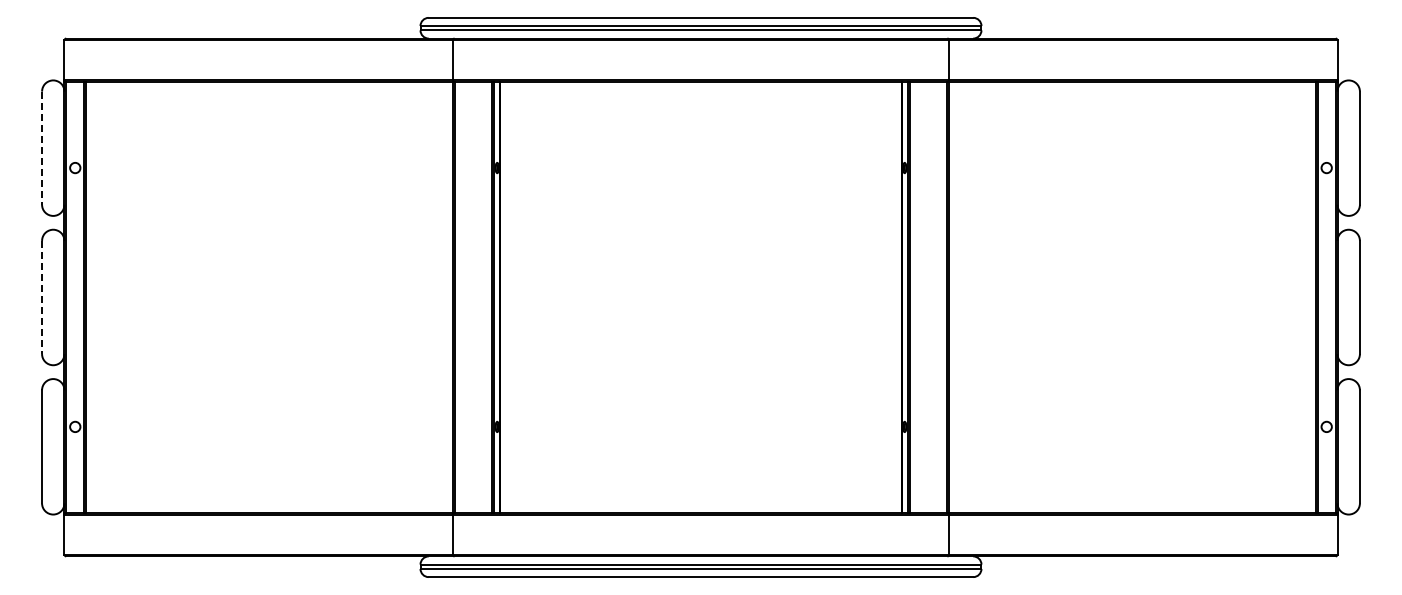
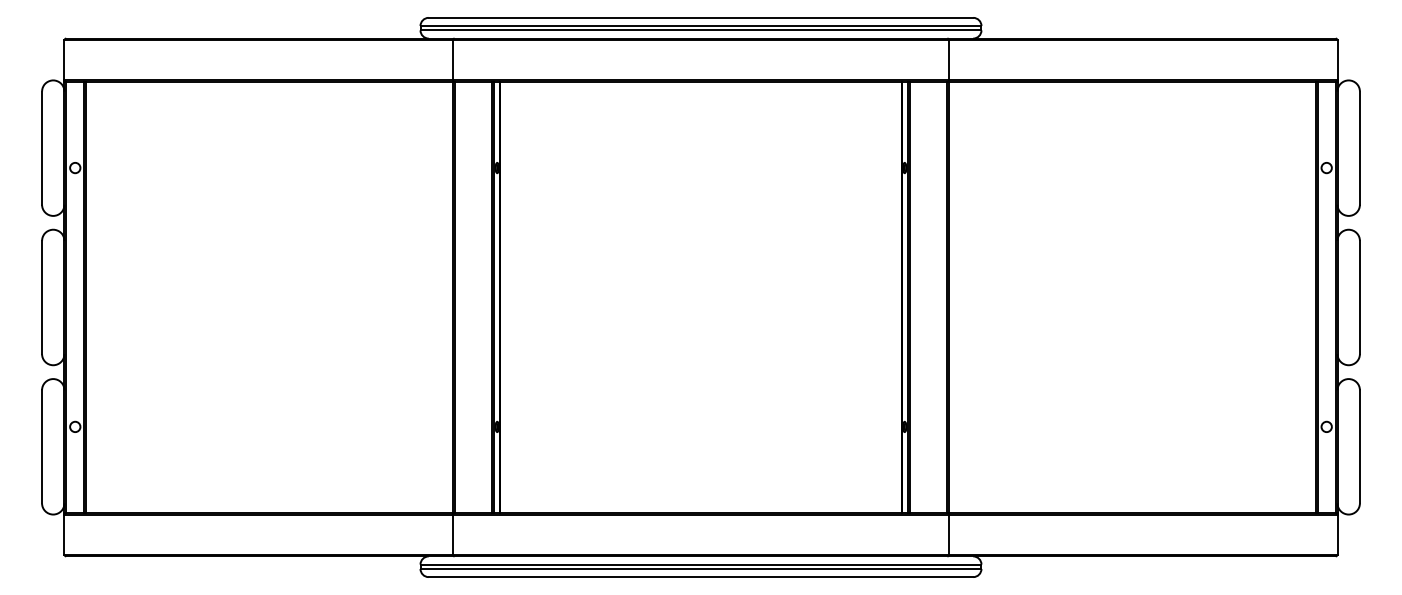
line at (42, 148): dashed -> solid
line at (42, 297): dashed -> solid
